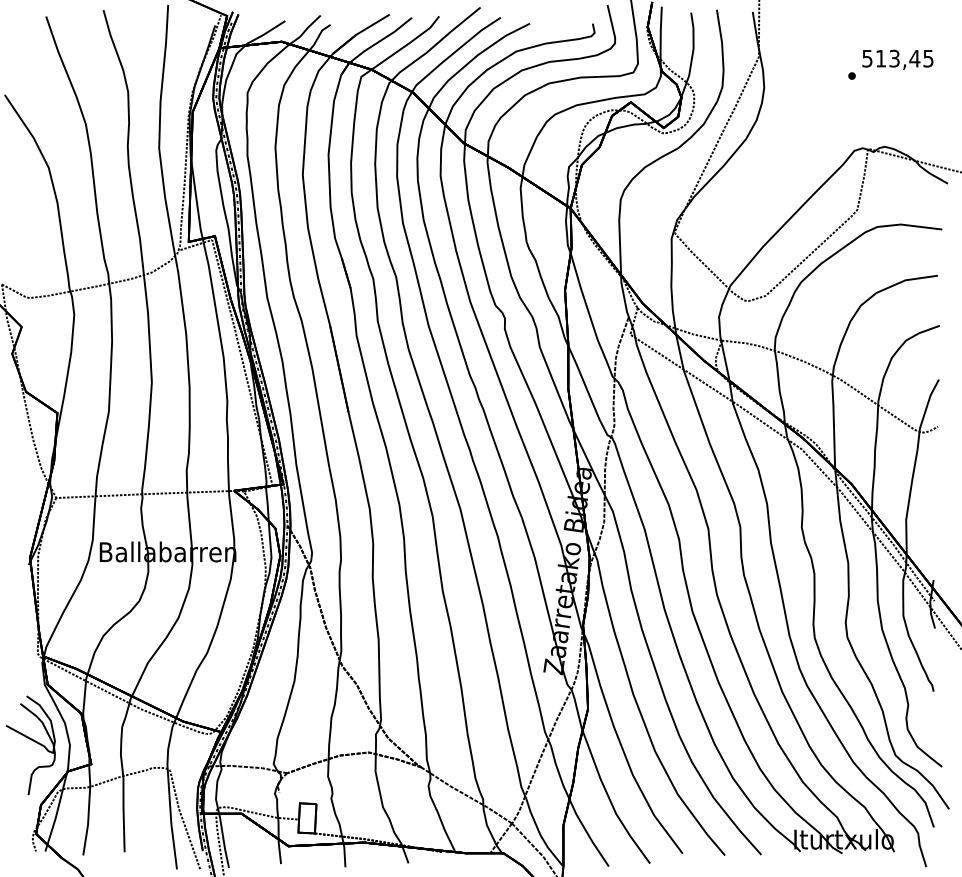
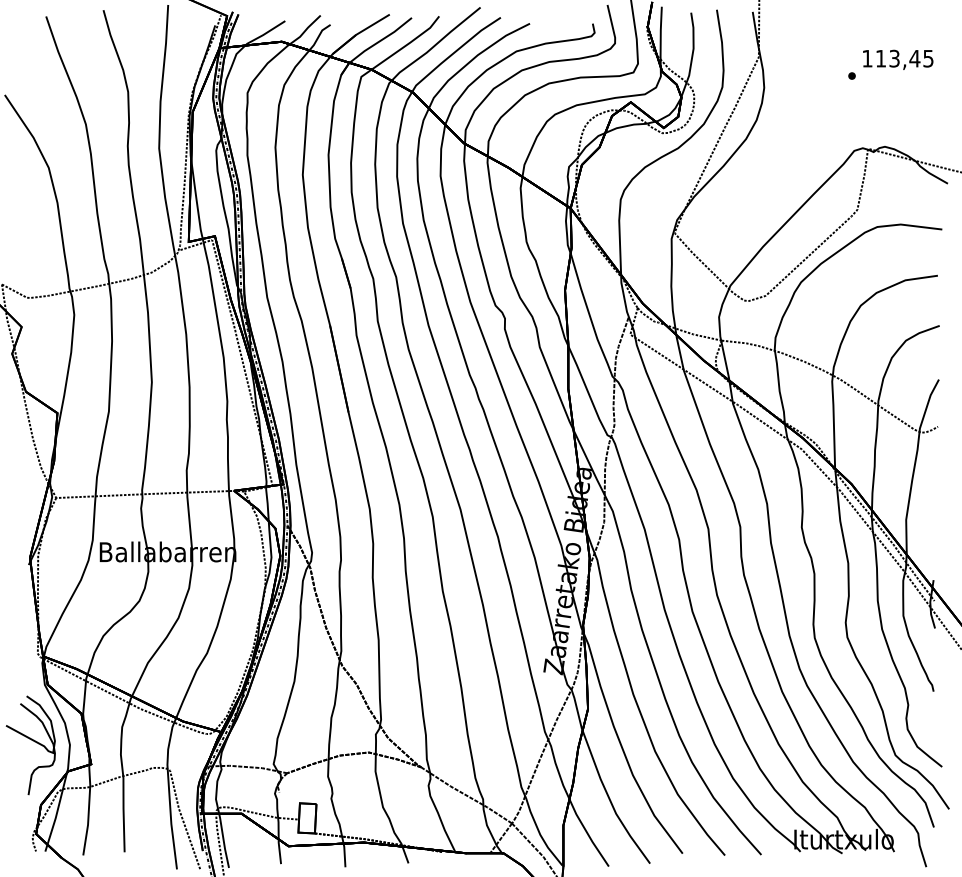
text at (867, 58): 513,45 -> 113,45
